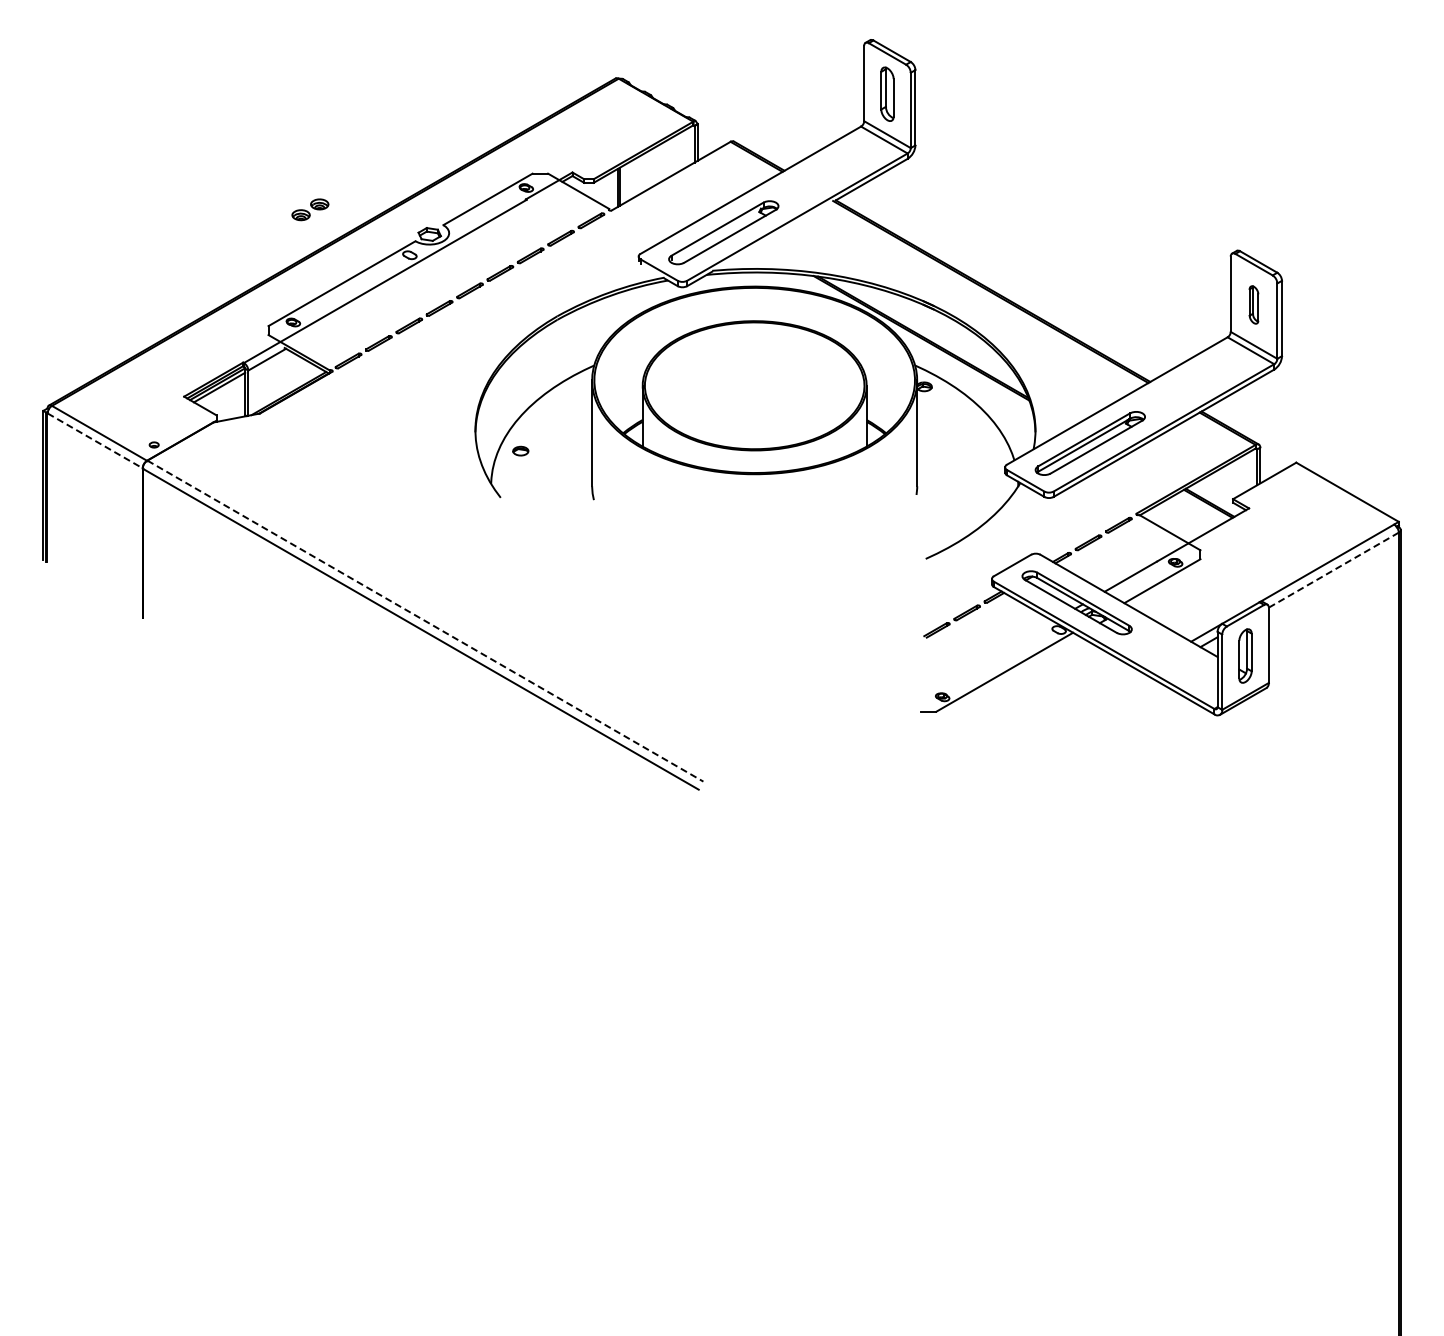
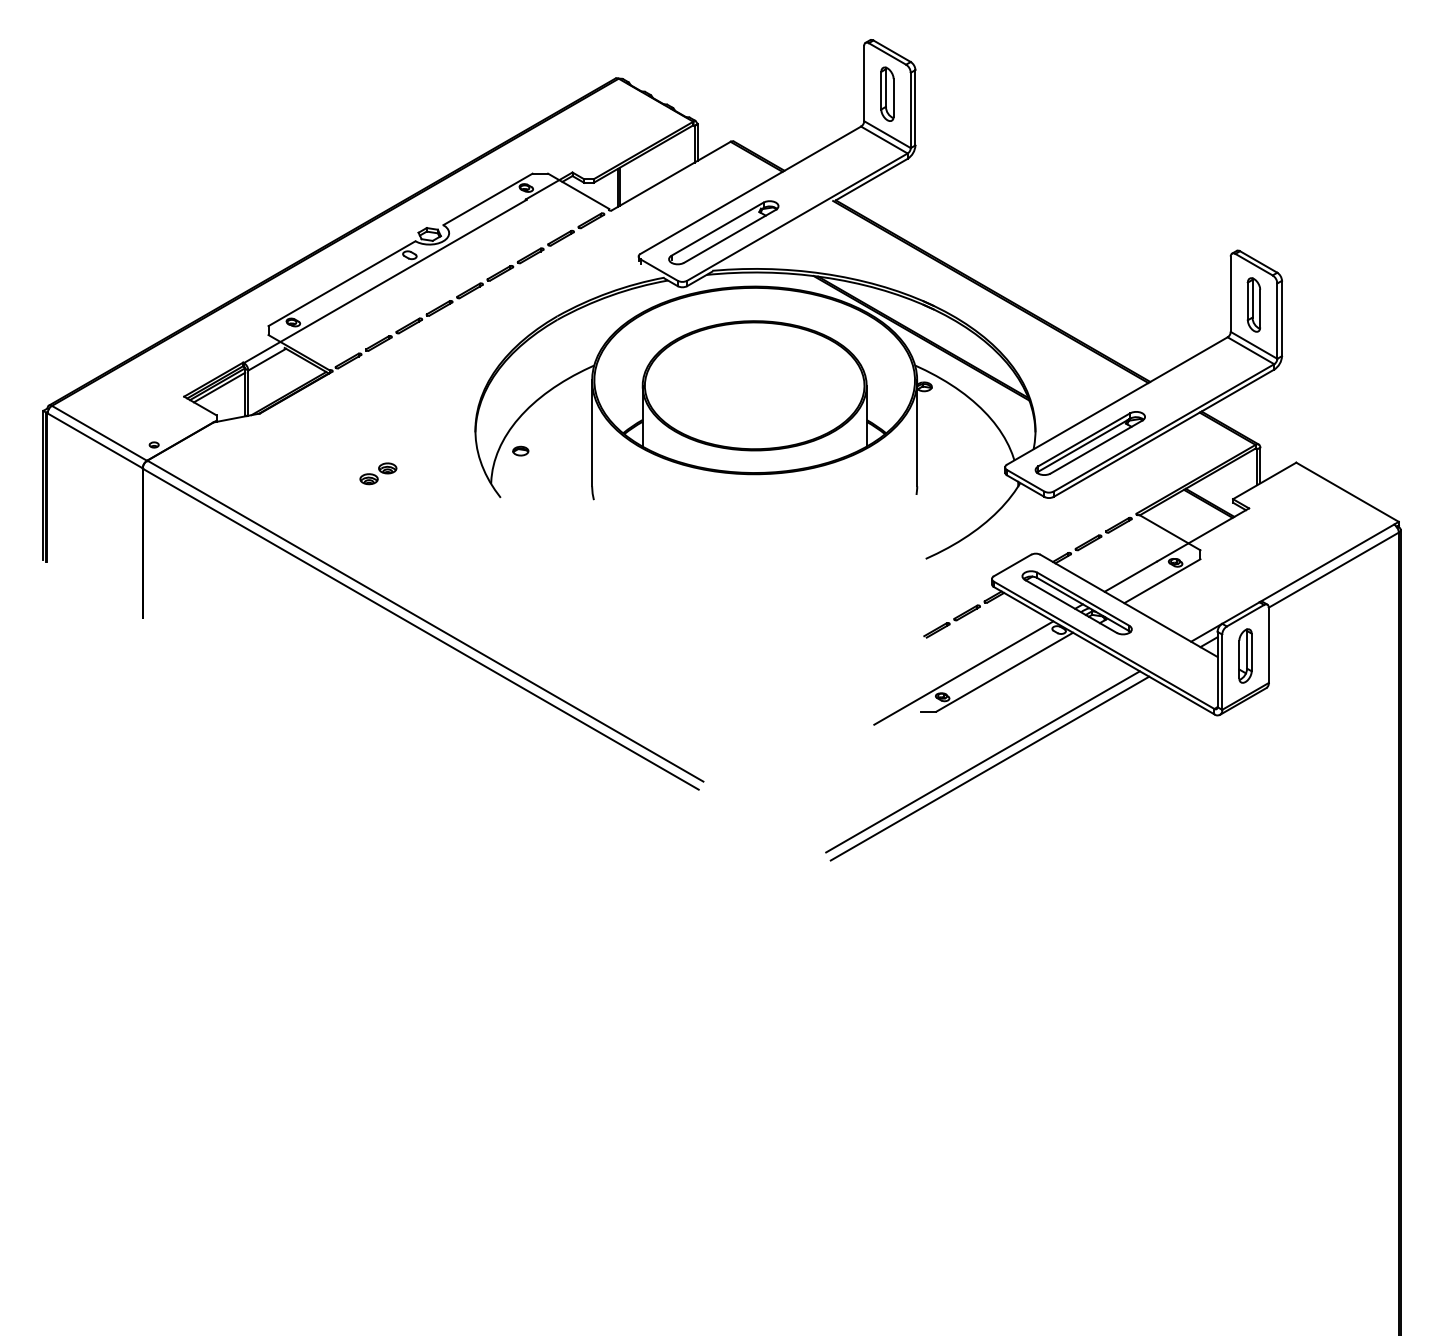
part at (310, 209) position: (310, 209) -> (378, 473)
part at (1253, 304) size: 12x40 px -> 16x56 px
line at (95, 440): dashed -> solid
line at (1333, 570): dashed -> solid
line at (425, 621): dashed -> solid
line at (963, 672): none -> present
line at (982, 761): none -> present
line at (989, 768): none -> present
